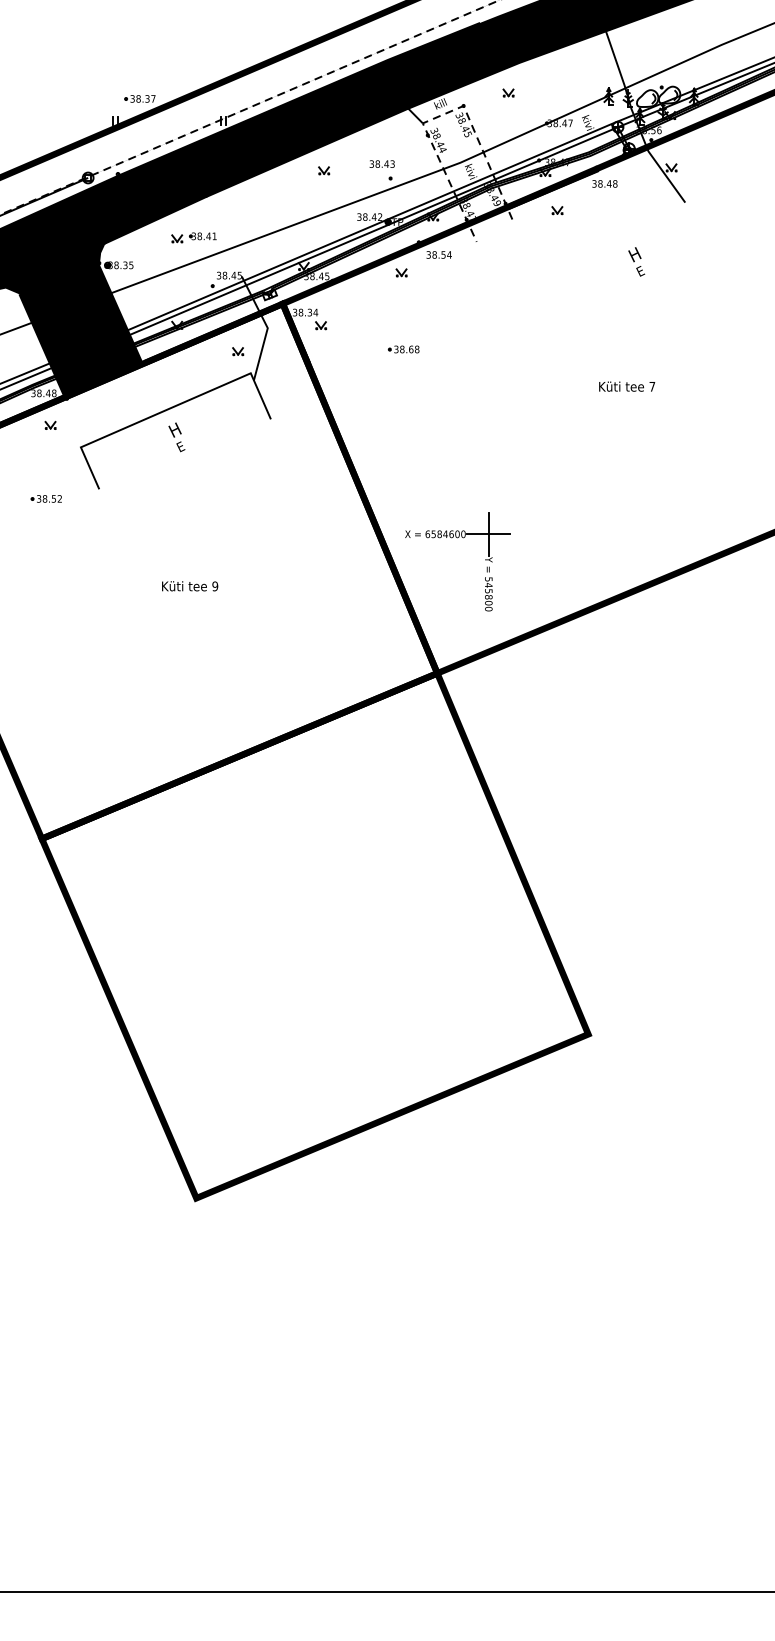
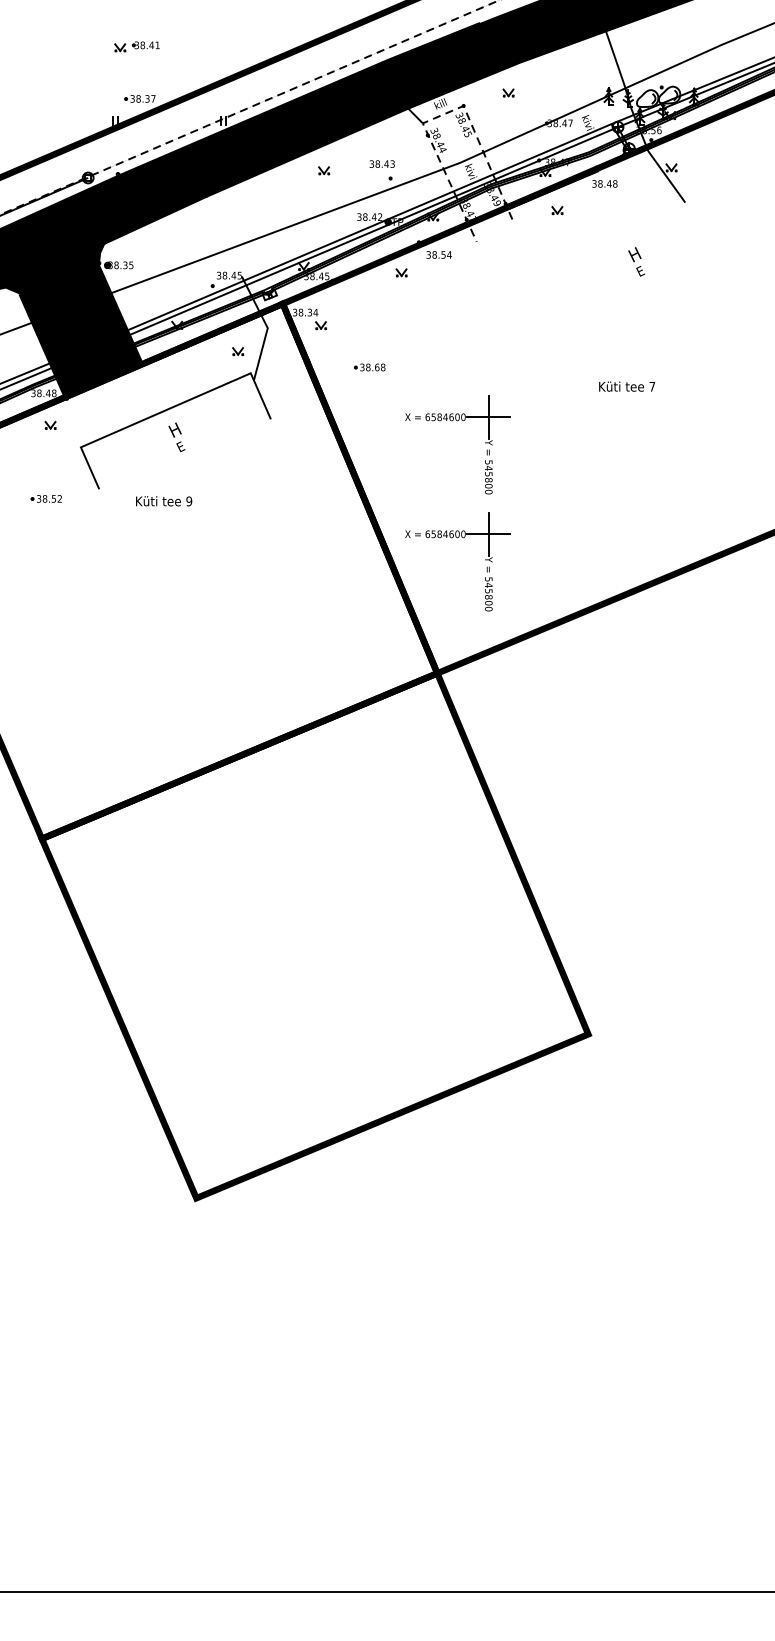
part at (193, 237) position: (193, 237) -> (136, 46)
part at (403, 349) position: (403, 349) -> (369, 367)
part at (457, 421): none -> present
text at (190, 586) position: (190, 586) -> (164, 501)
